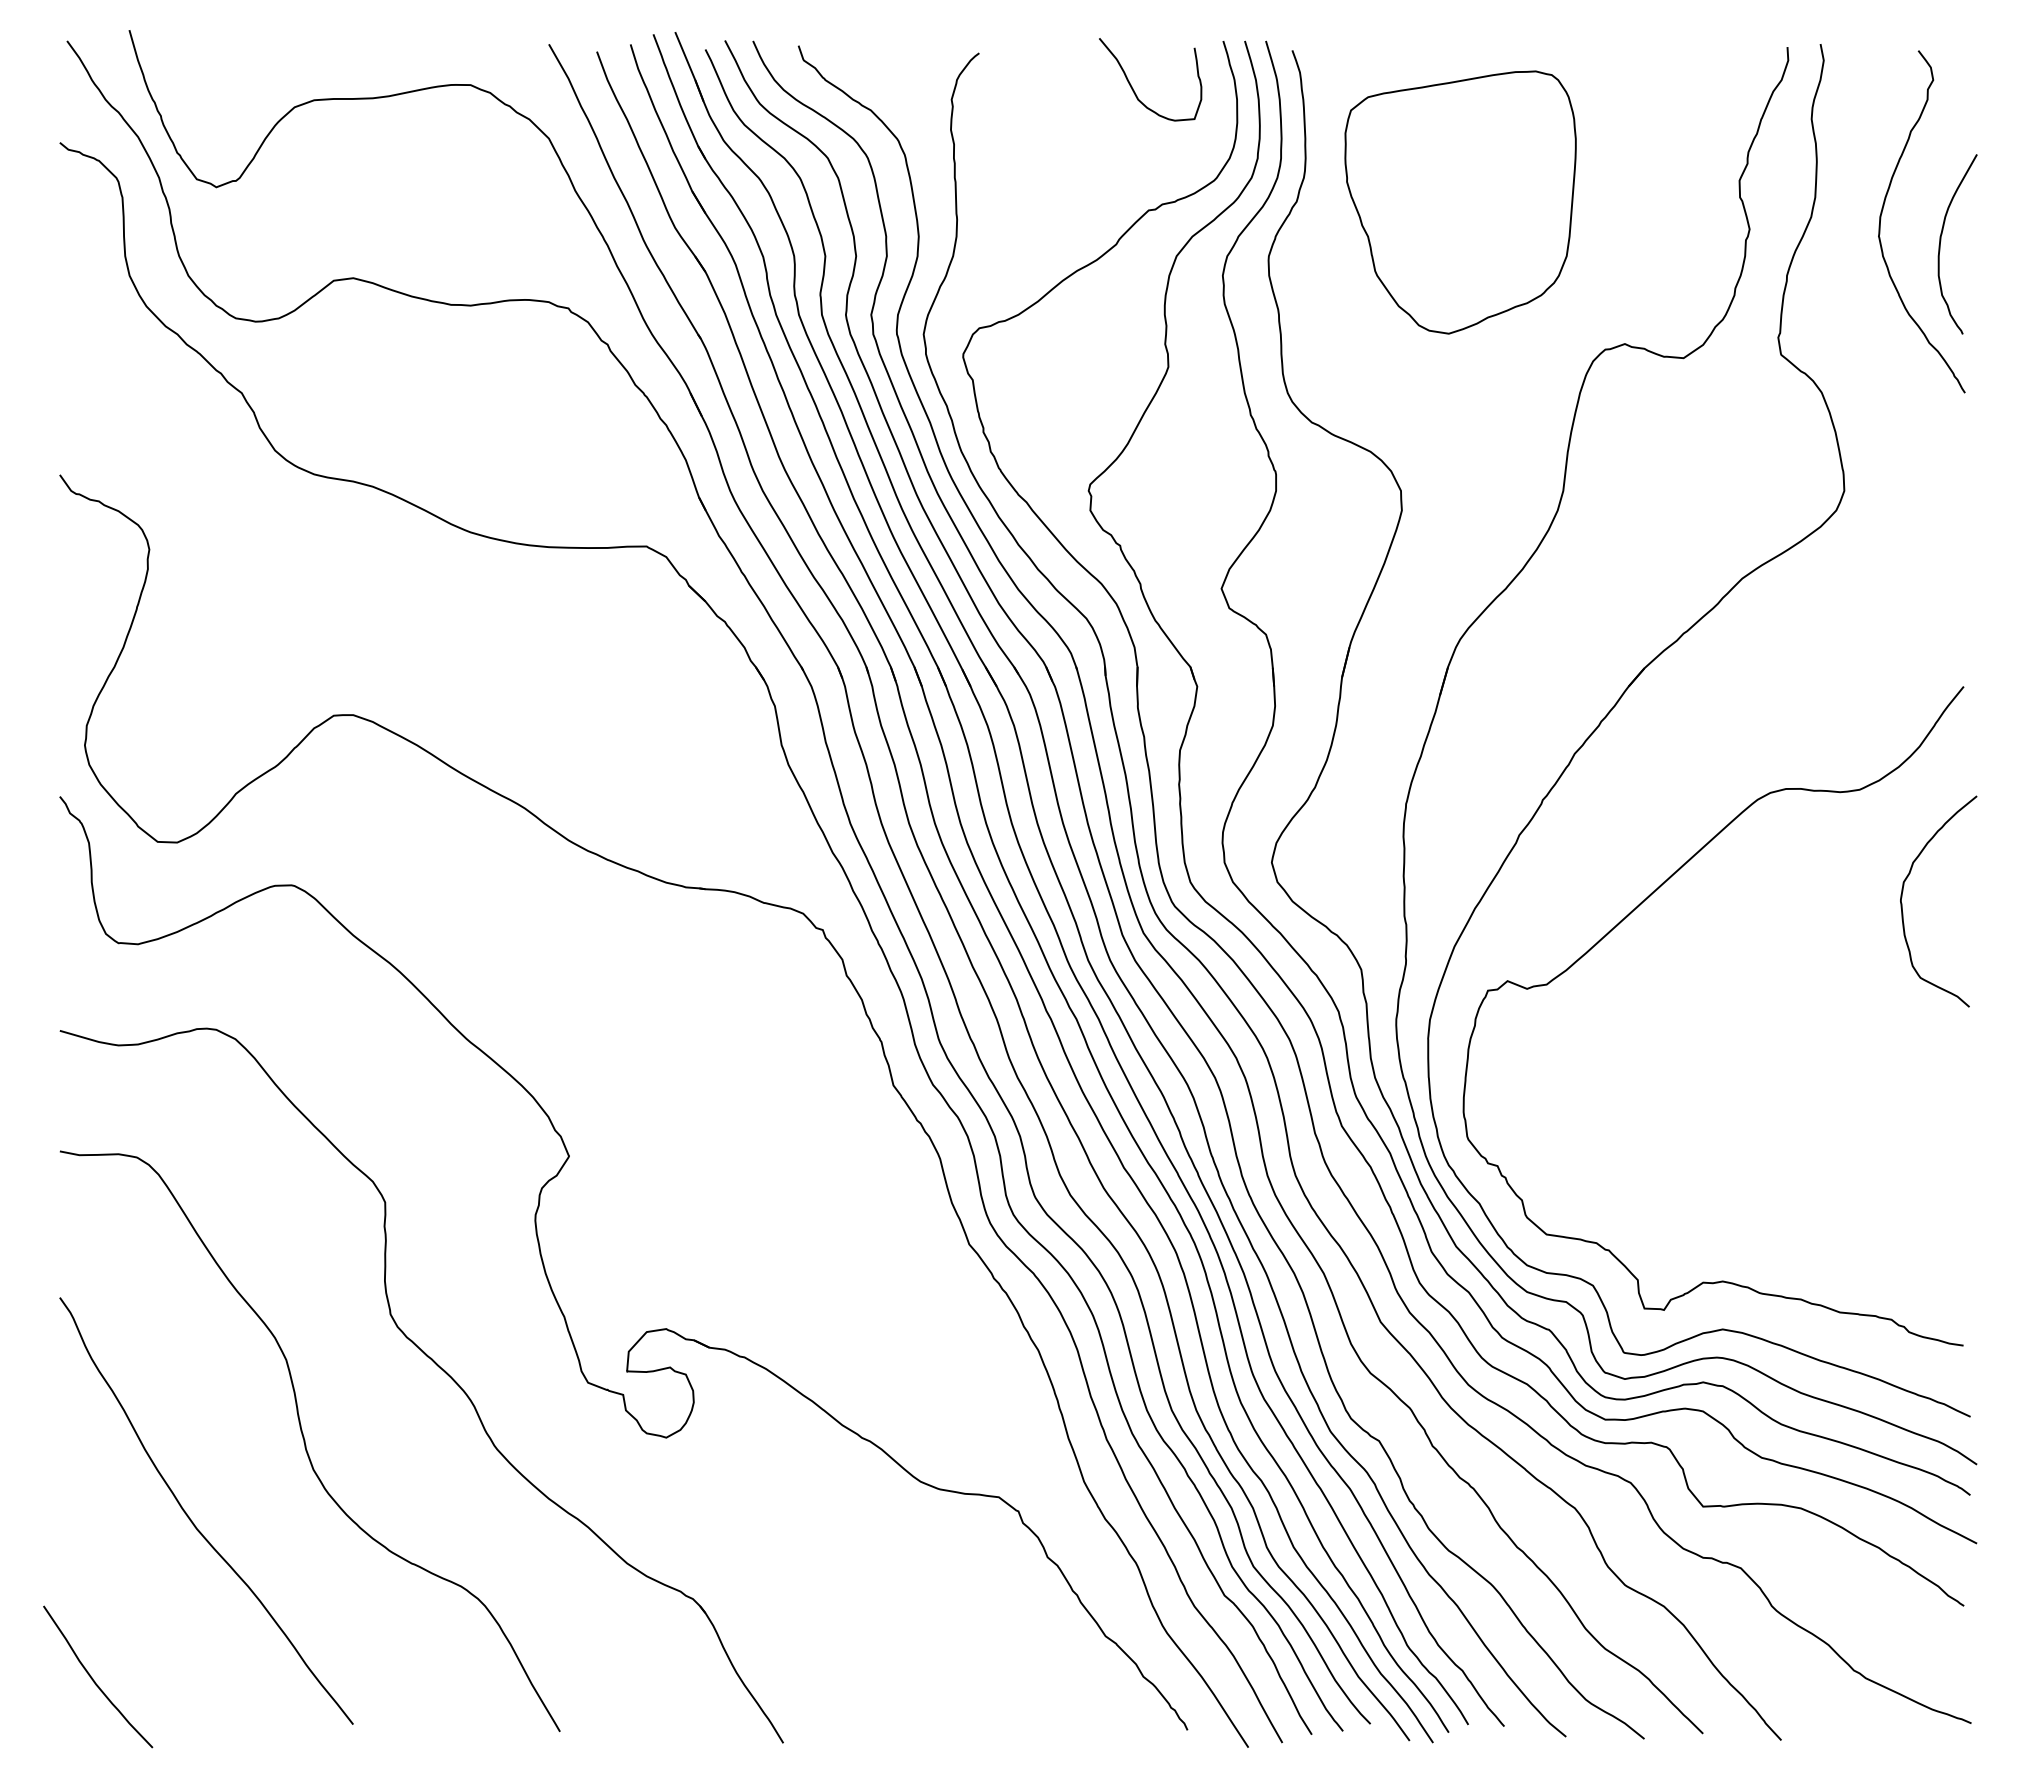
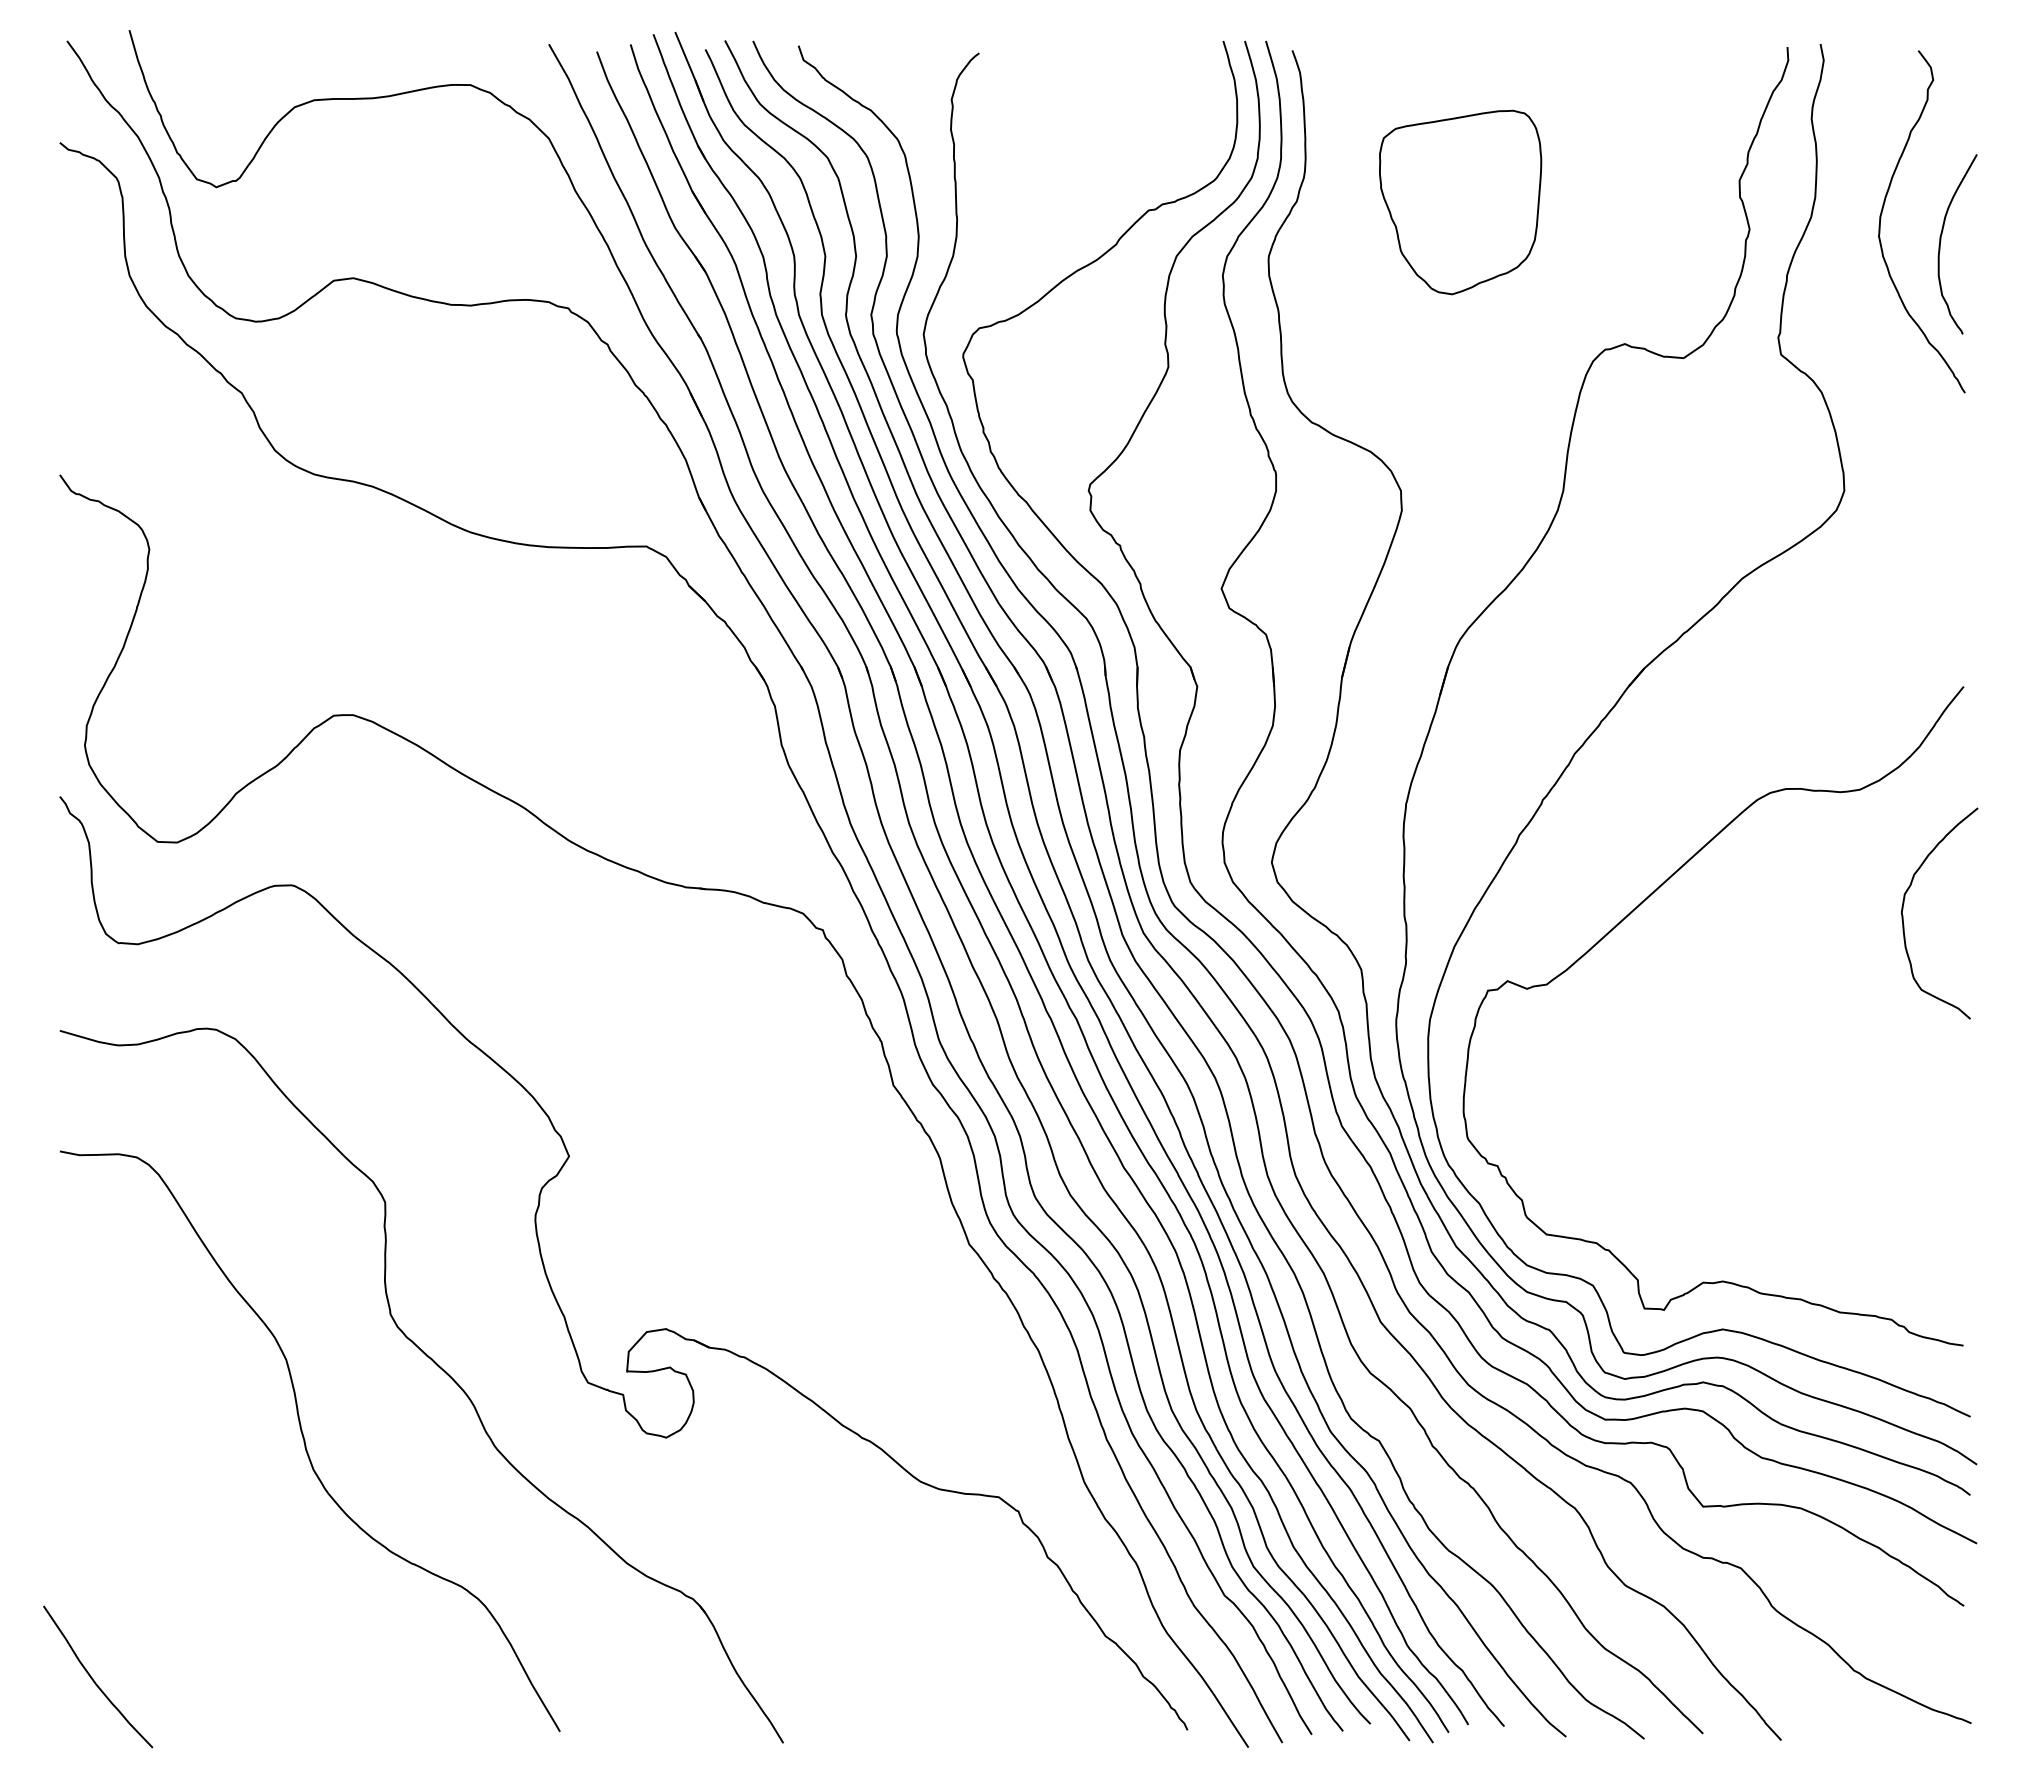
curve at (1133, 88): present -> none
part at (1460, 202) size: 233x265 px -> 164x187 px
curve at (1902, 903) position: (1902, 903) -> (1903, 915)
curve at (192, 1520): present -> none
